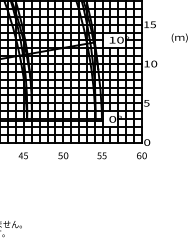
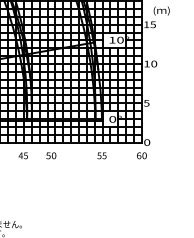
text at (179, 37) position: (179, 37) -> (161, 10)
text at (63, 155) position: (63, 155) -> (51, 155)
